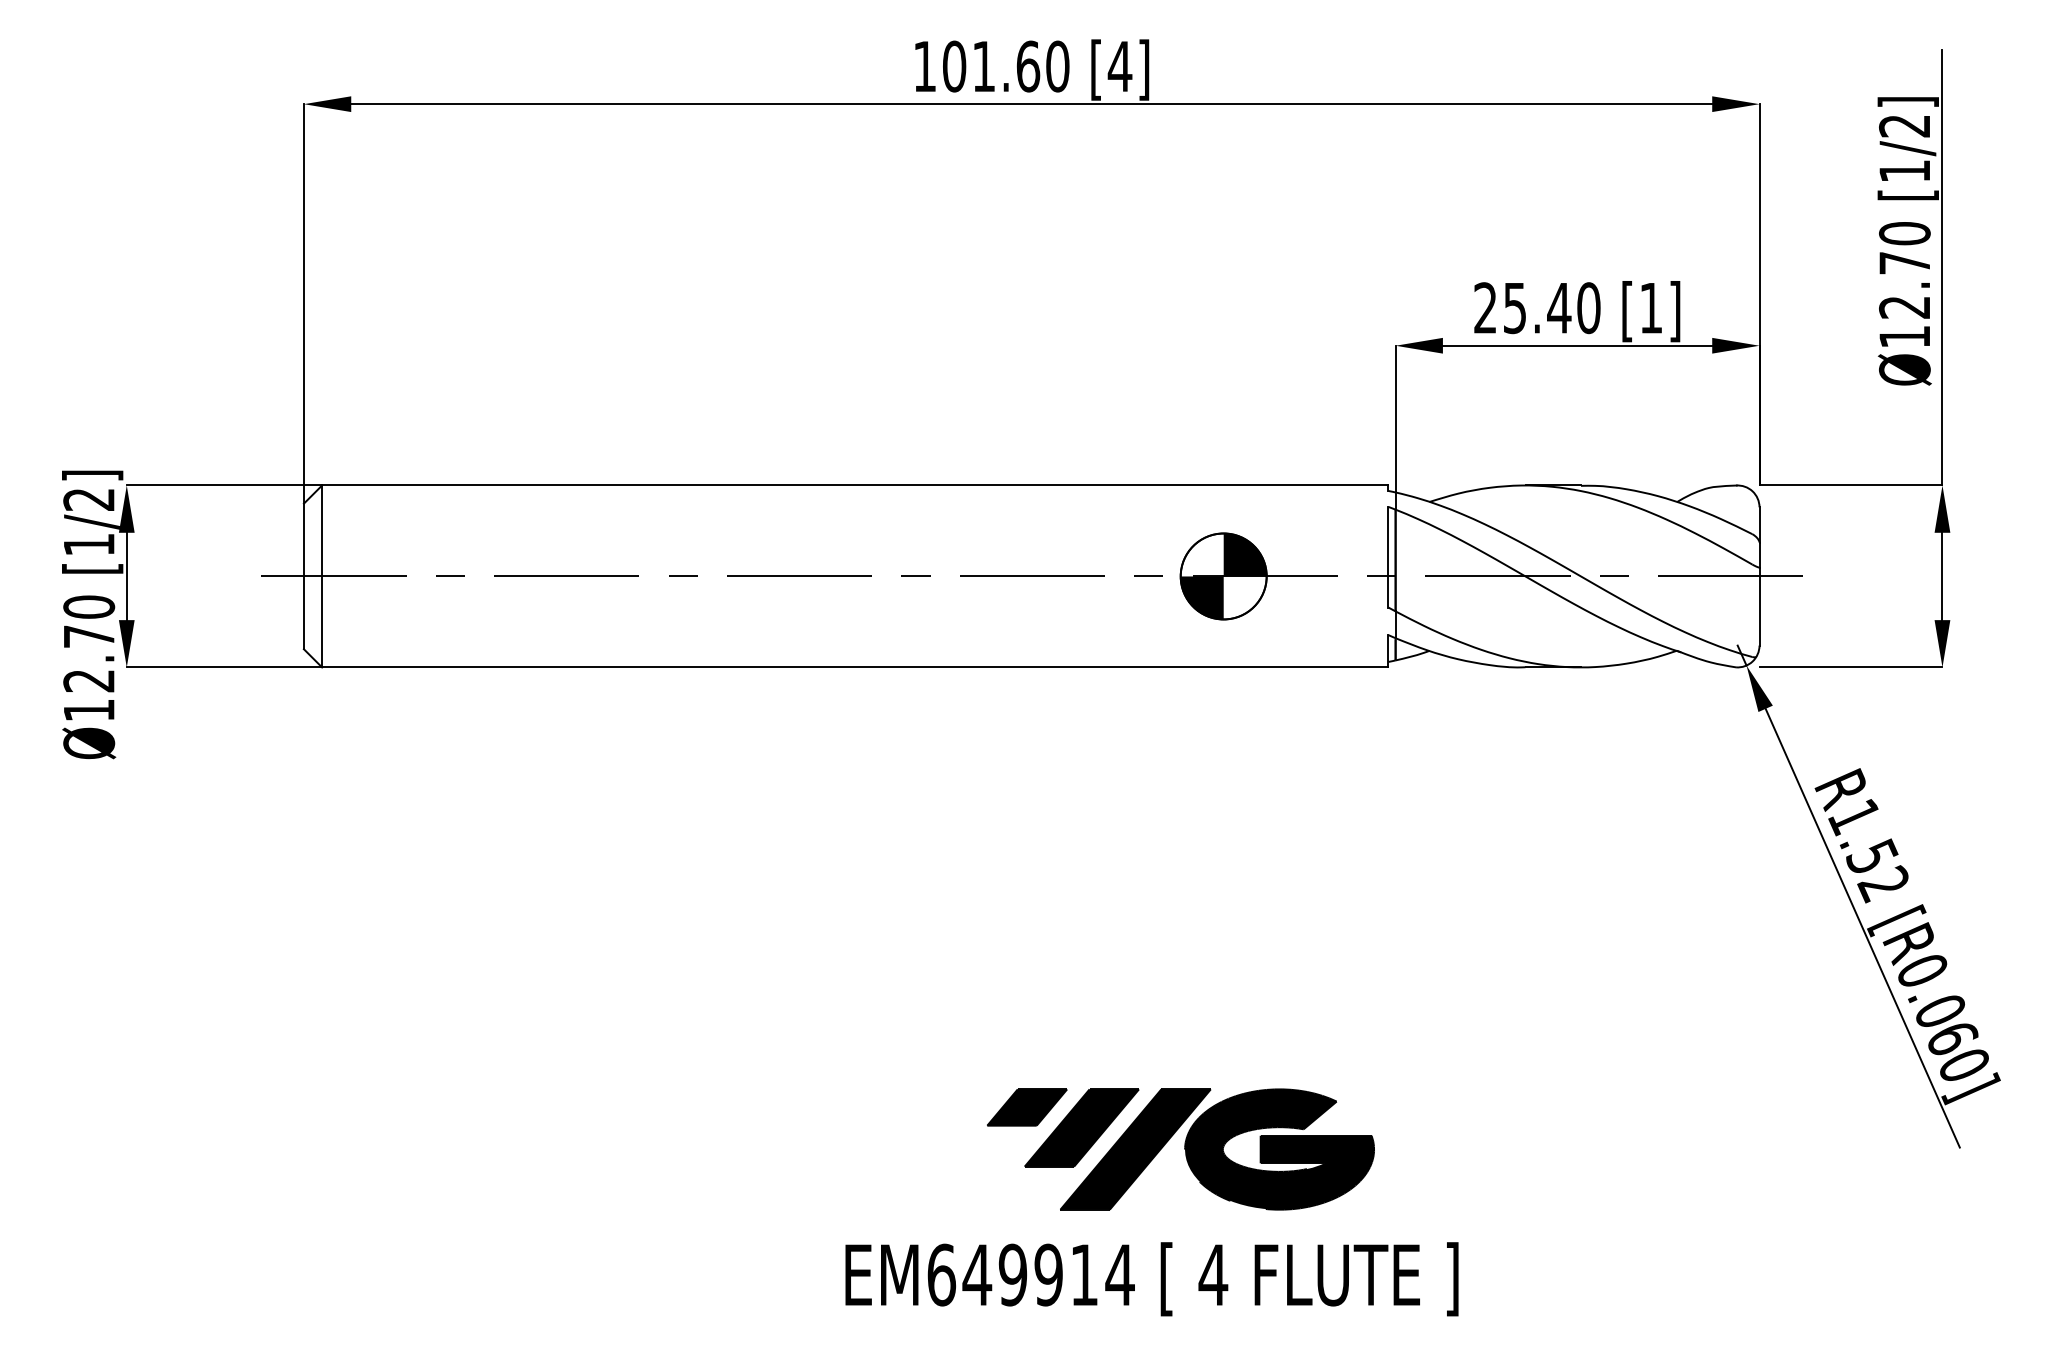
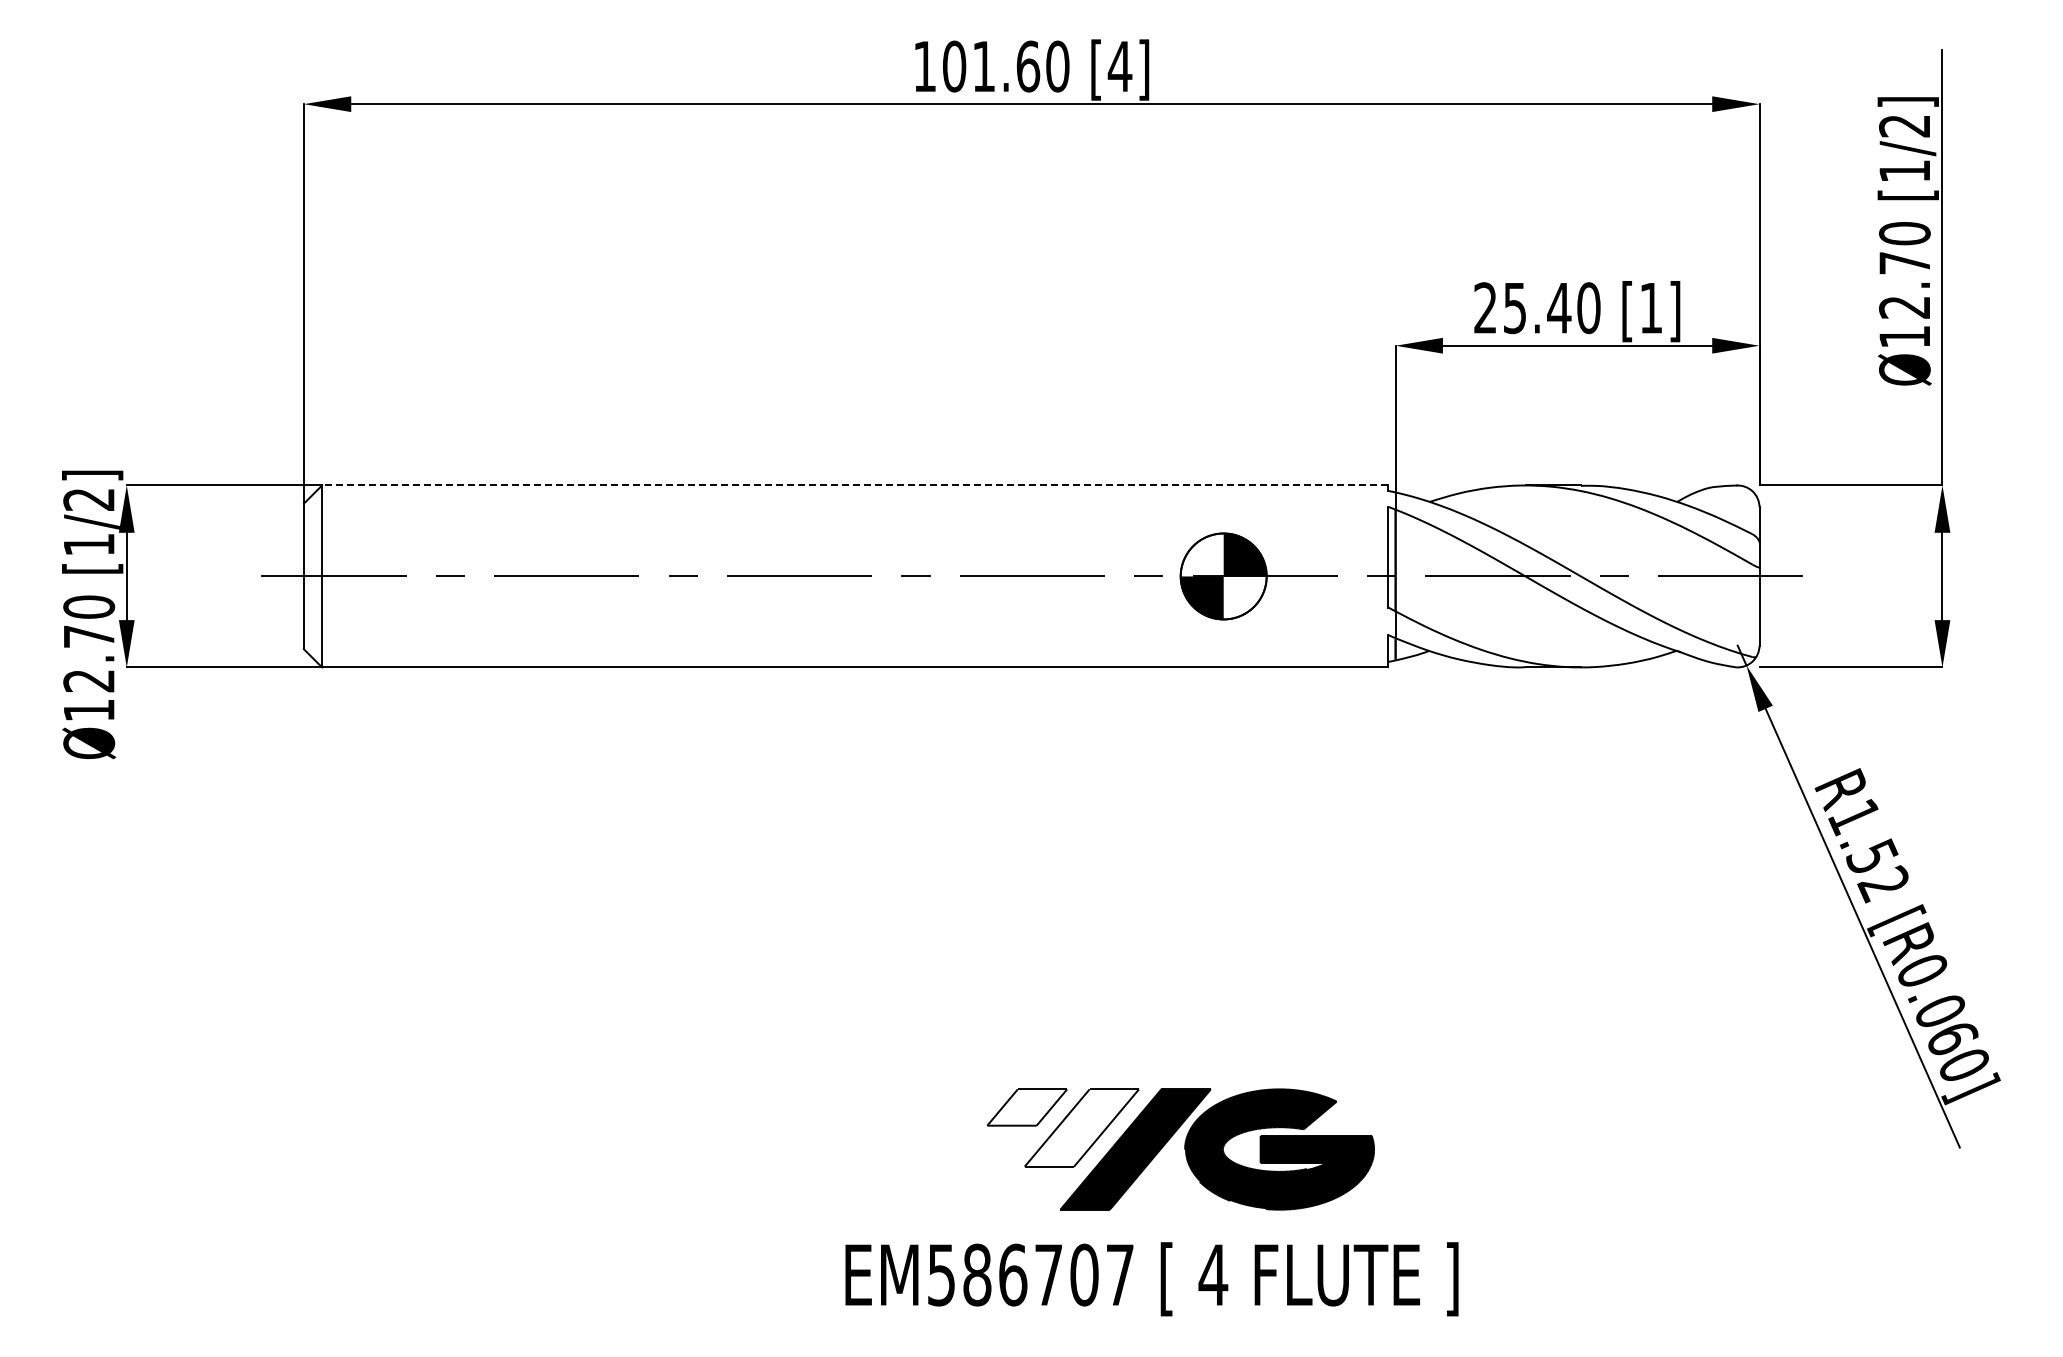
line at (854, 485): solid -> dashed
fill at (1027, 1107): present -> none
fill at (1081, 1127): present -> none
text at (1030, 1274): EM649914 -> EM586707
